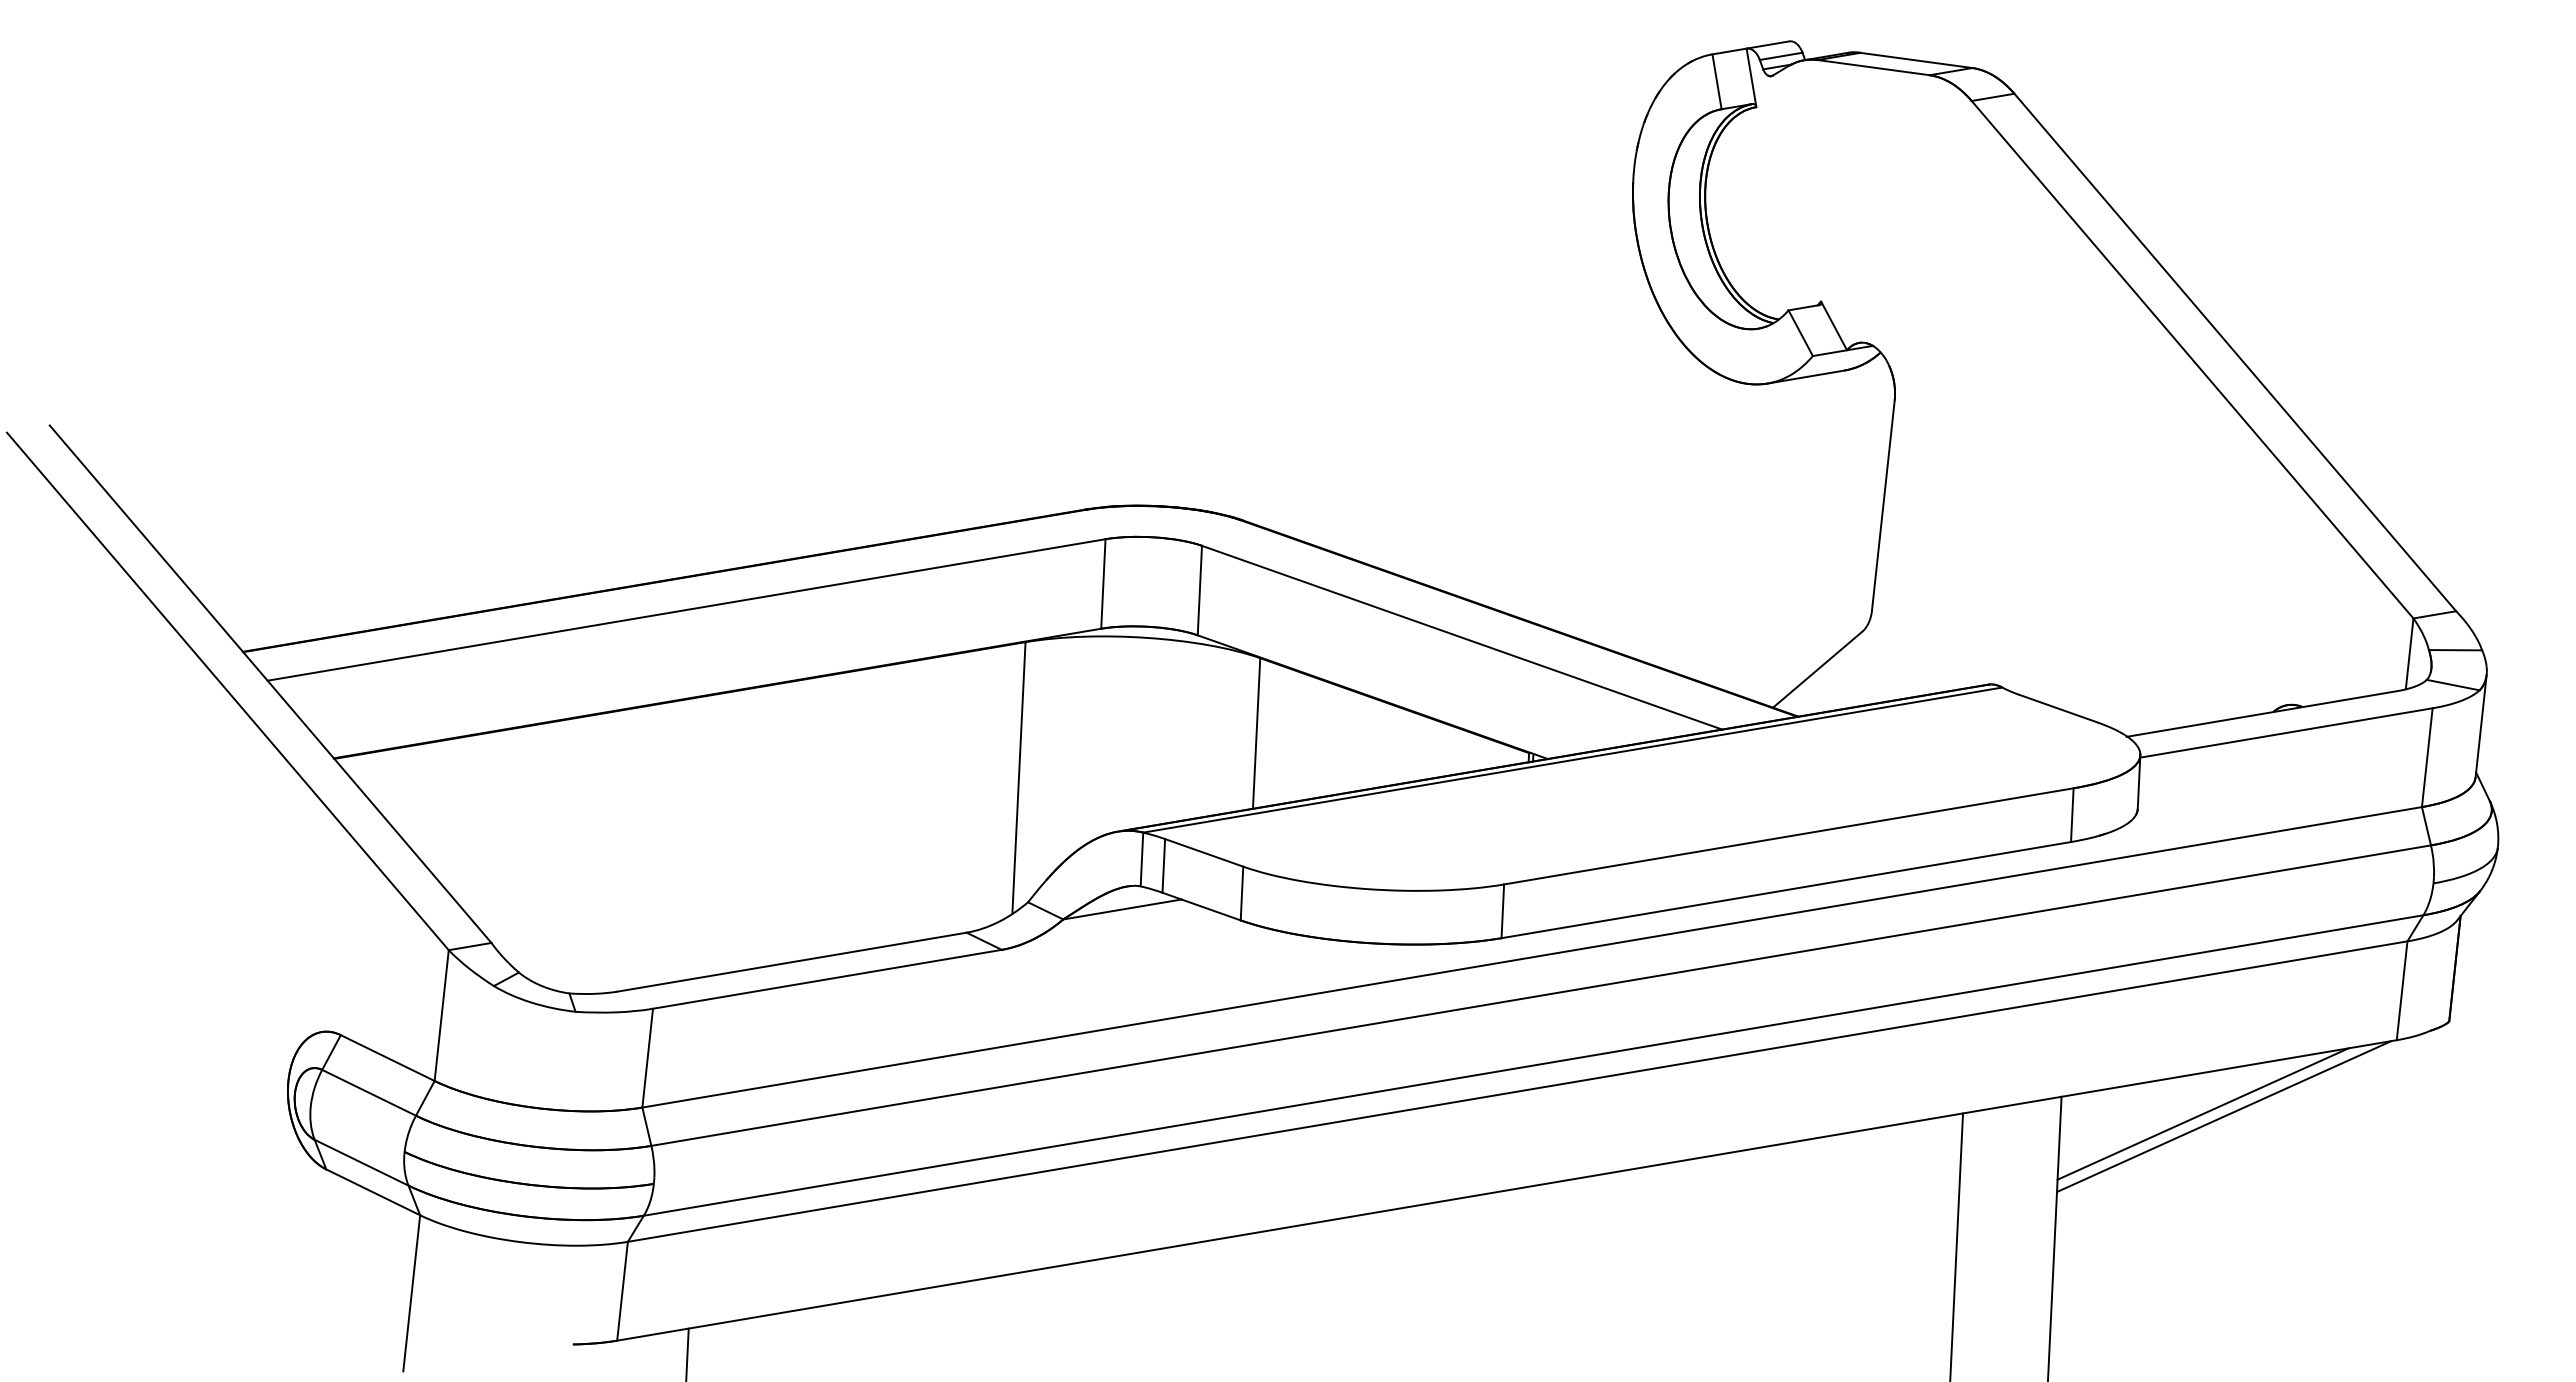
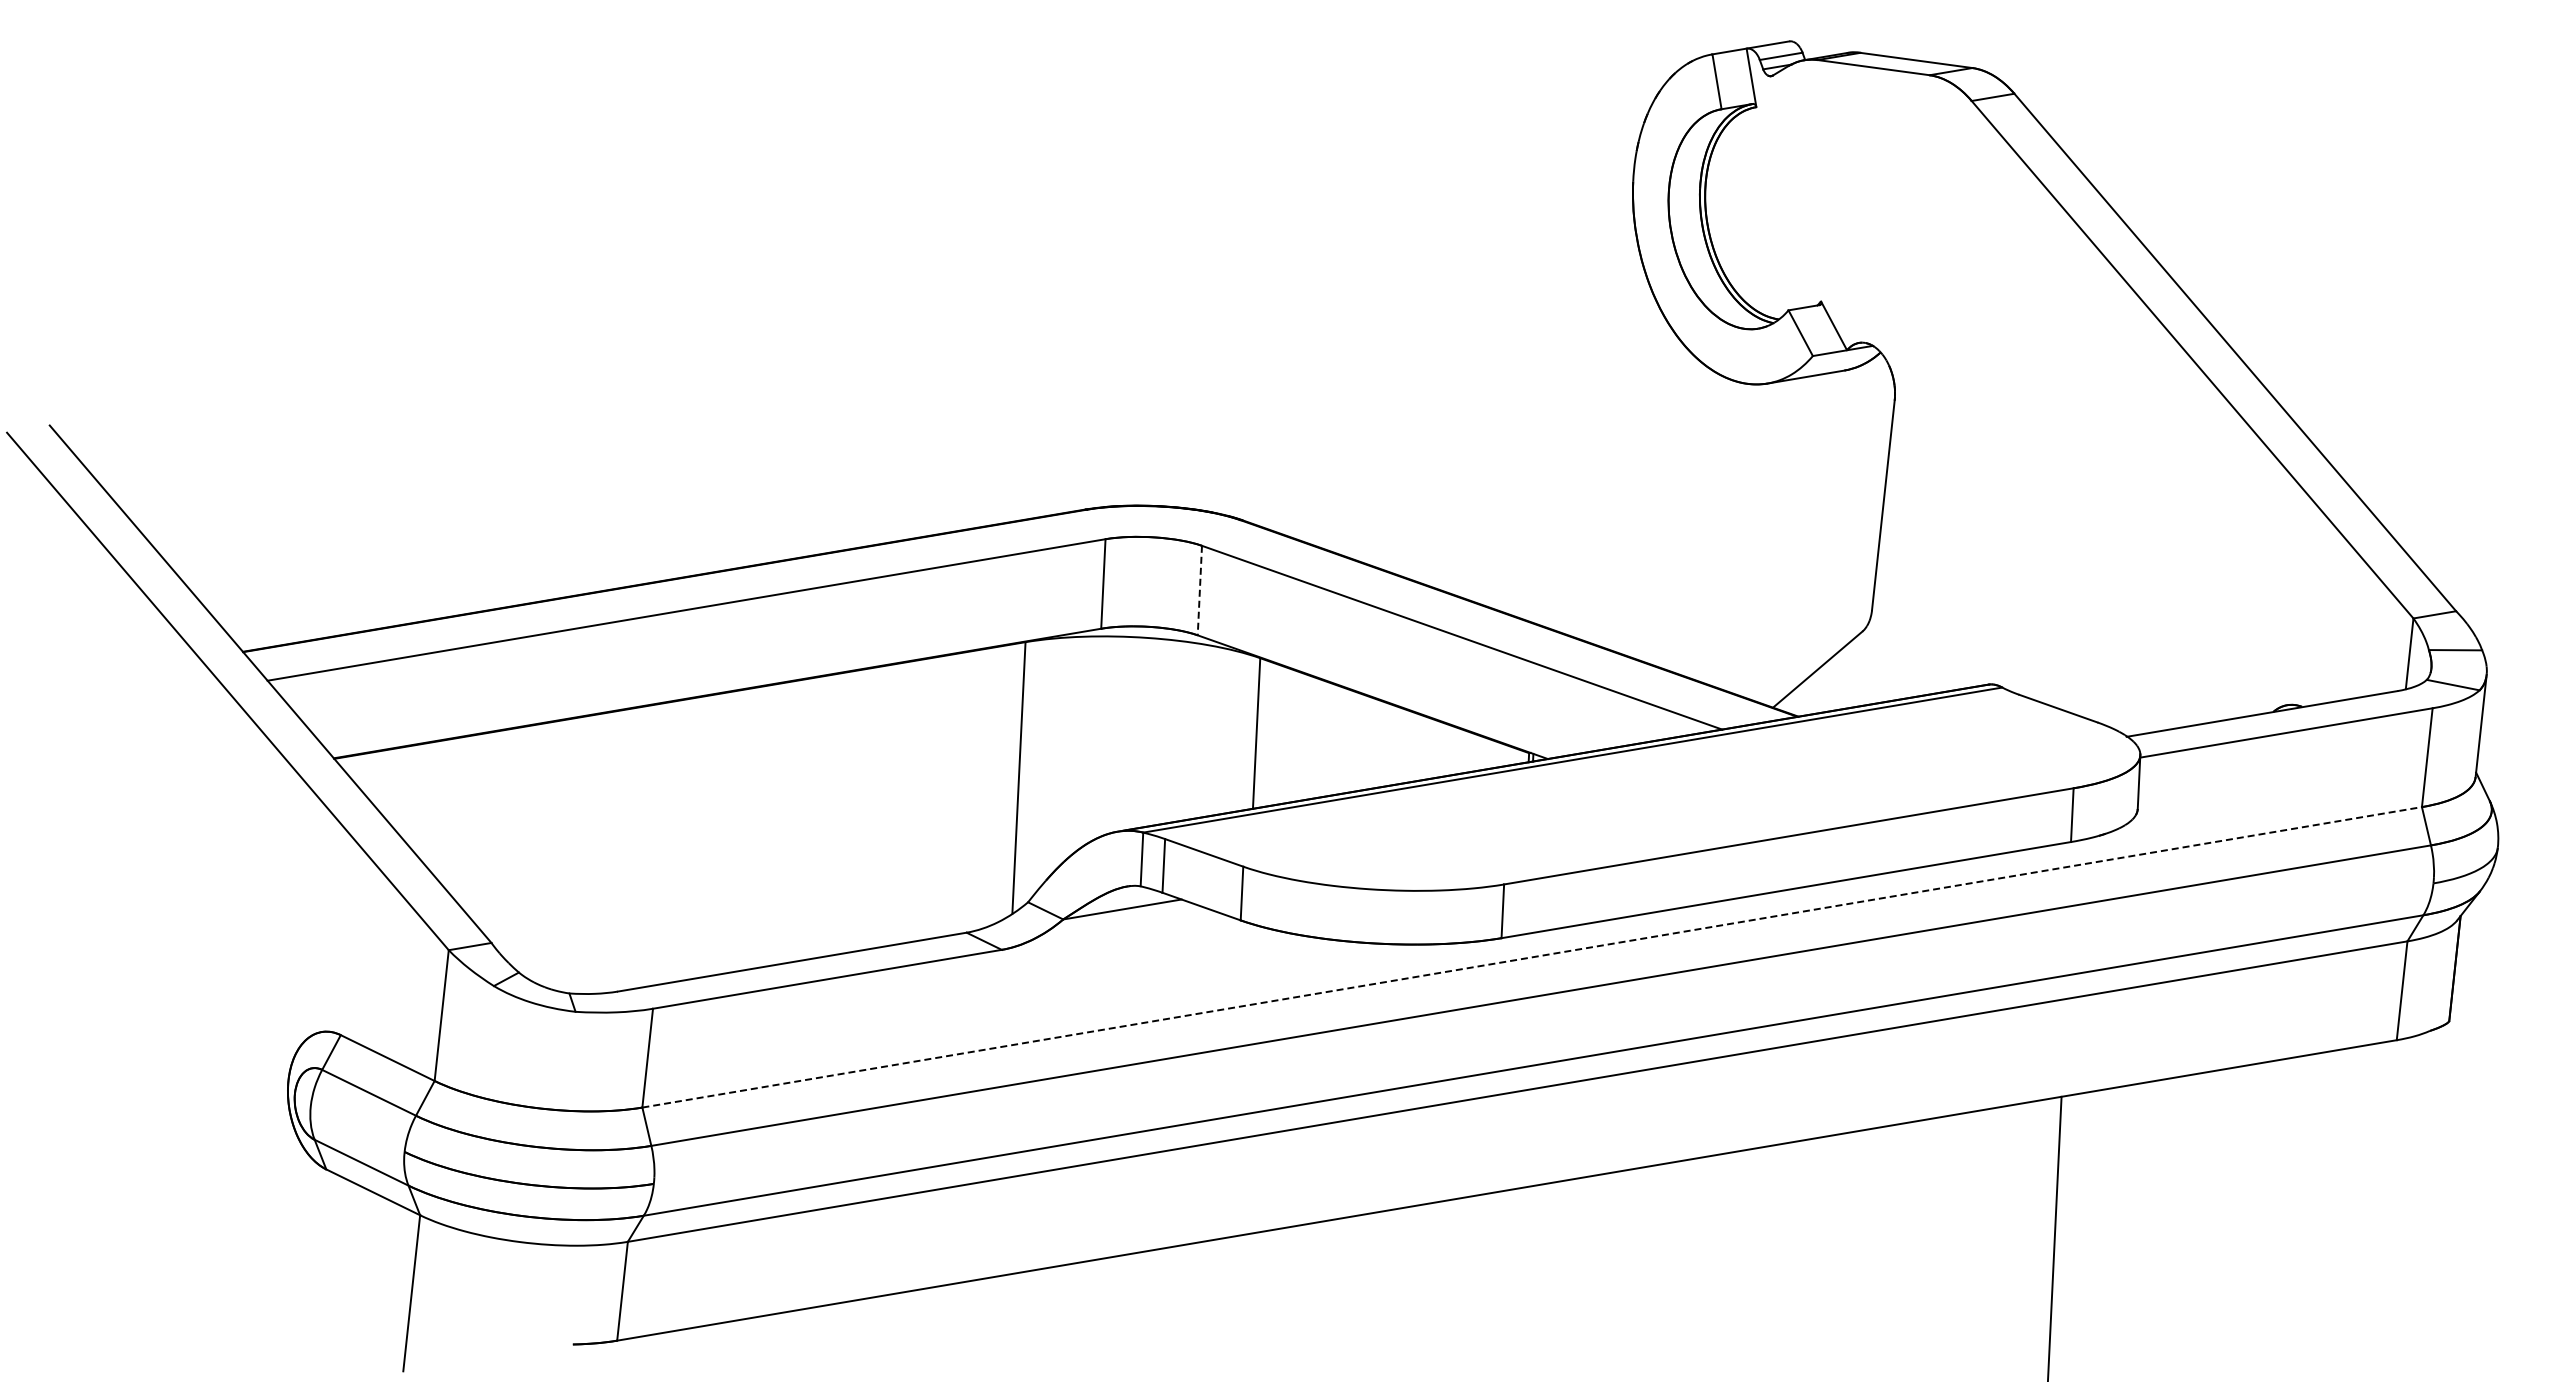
line at (1199, 590): solid -> dashed
line at (1532, 957): solid -> dashed
line at (2202, 1113): present -> none
line at (2224, 1116): present -> none
line at (1956, 1245): present -> none
line at (687, 1353): present -> none
